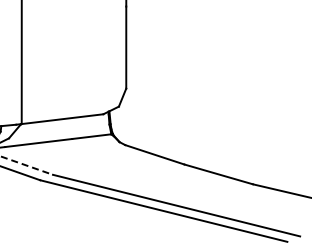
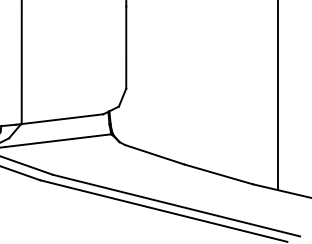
line at (278, 96): none -> present
line at (26, 165): dashed -> solid
